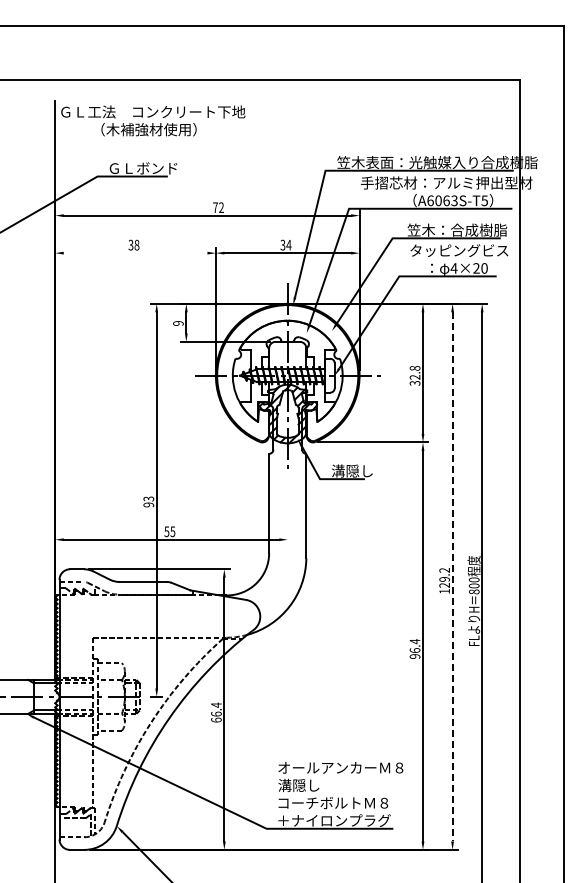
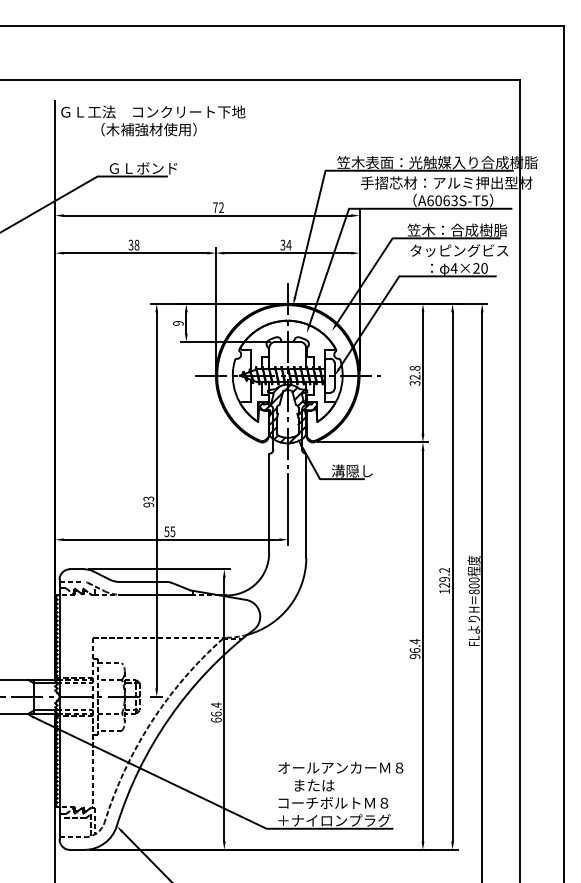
line at (135, 253): none -> present
line at (287, 509): none -> present
line at (452, 576): dashed -> solid
text at (306, 784): 溝隠し -> または
